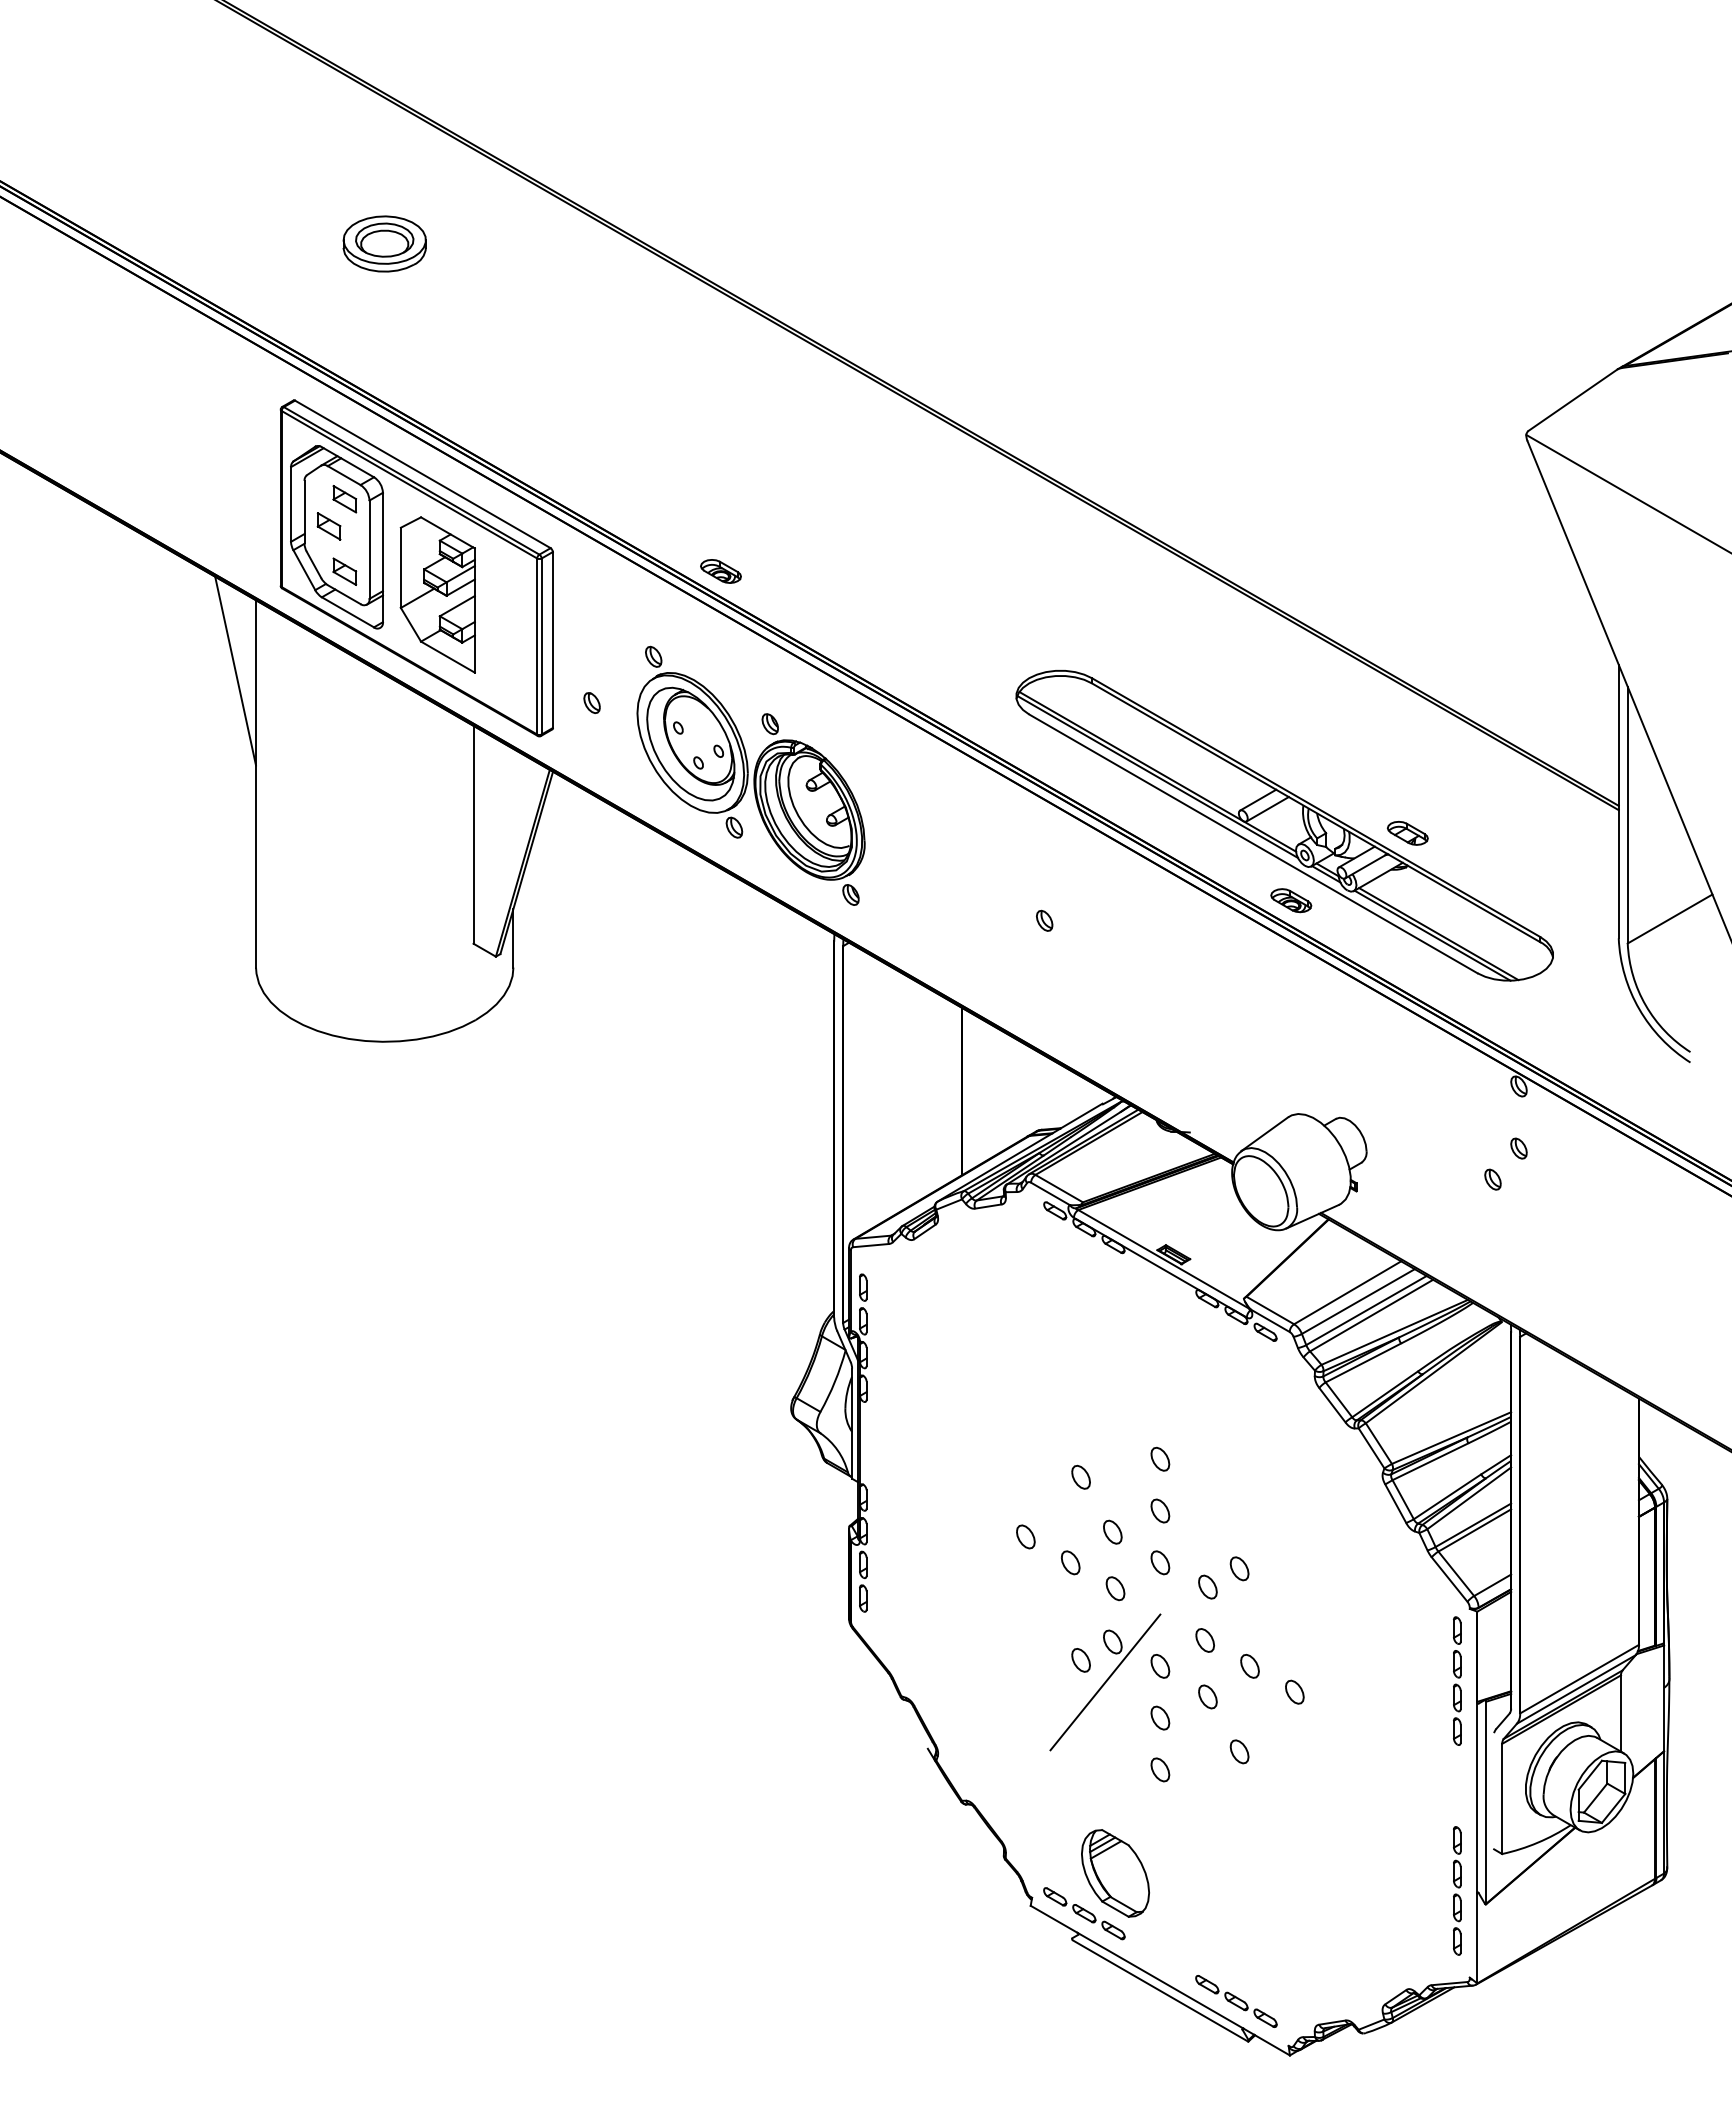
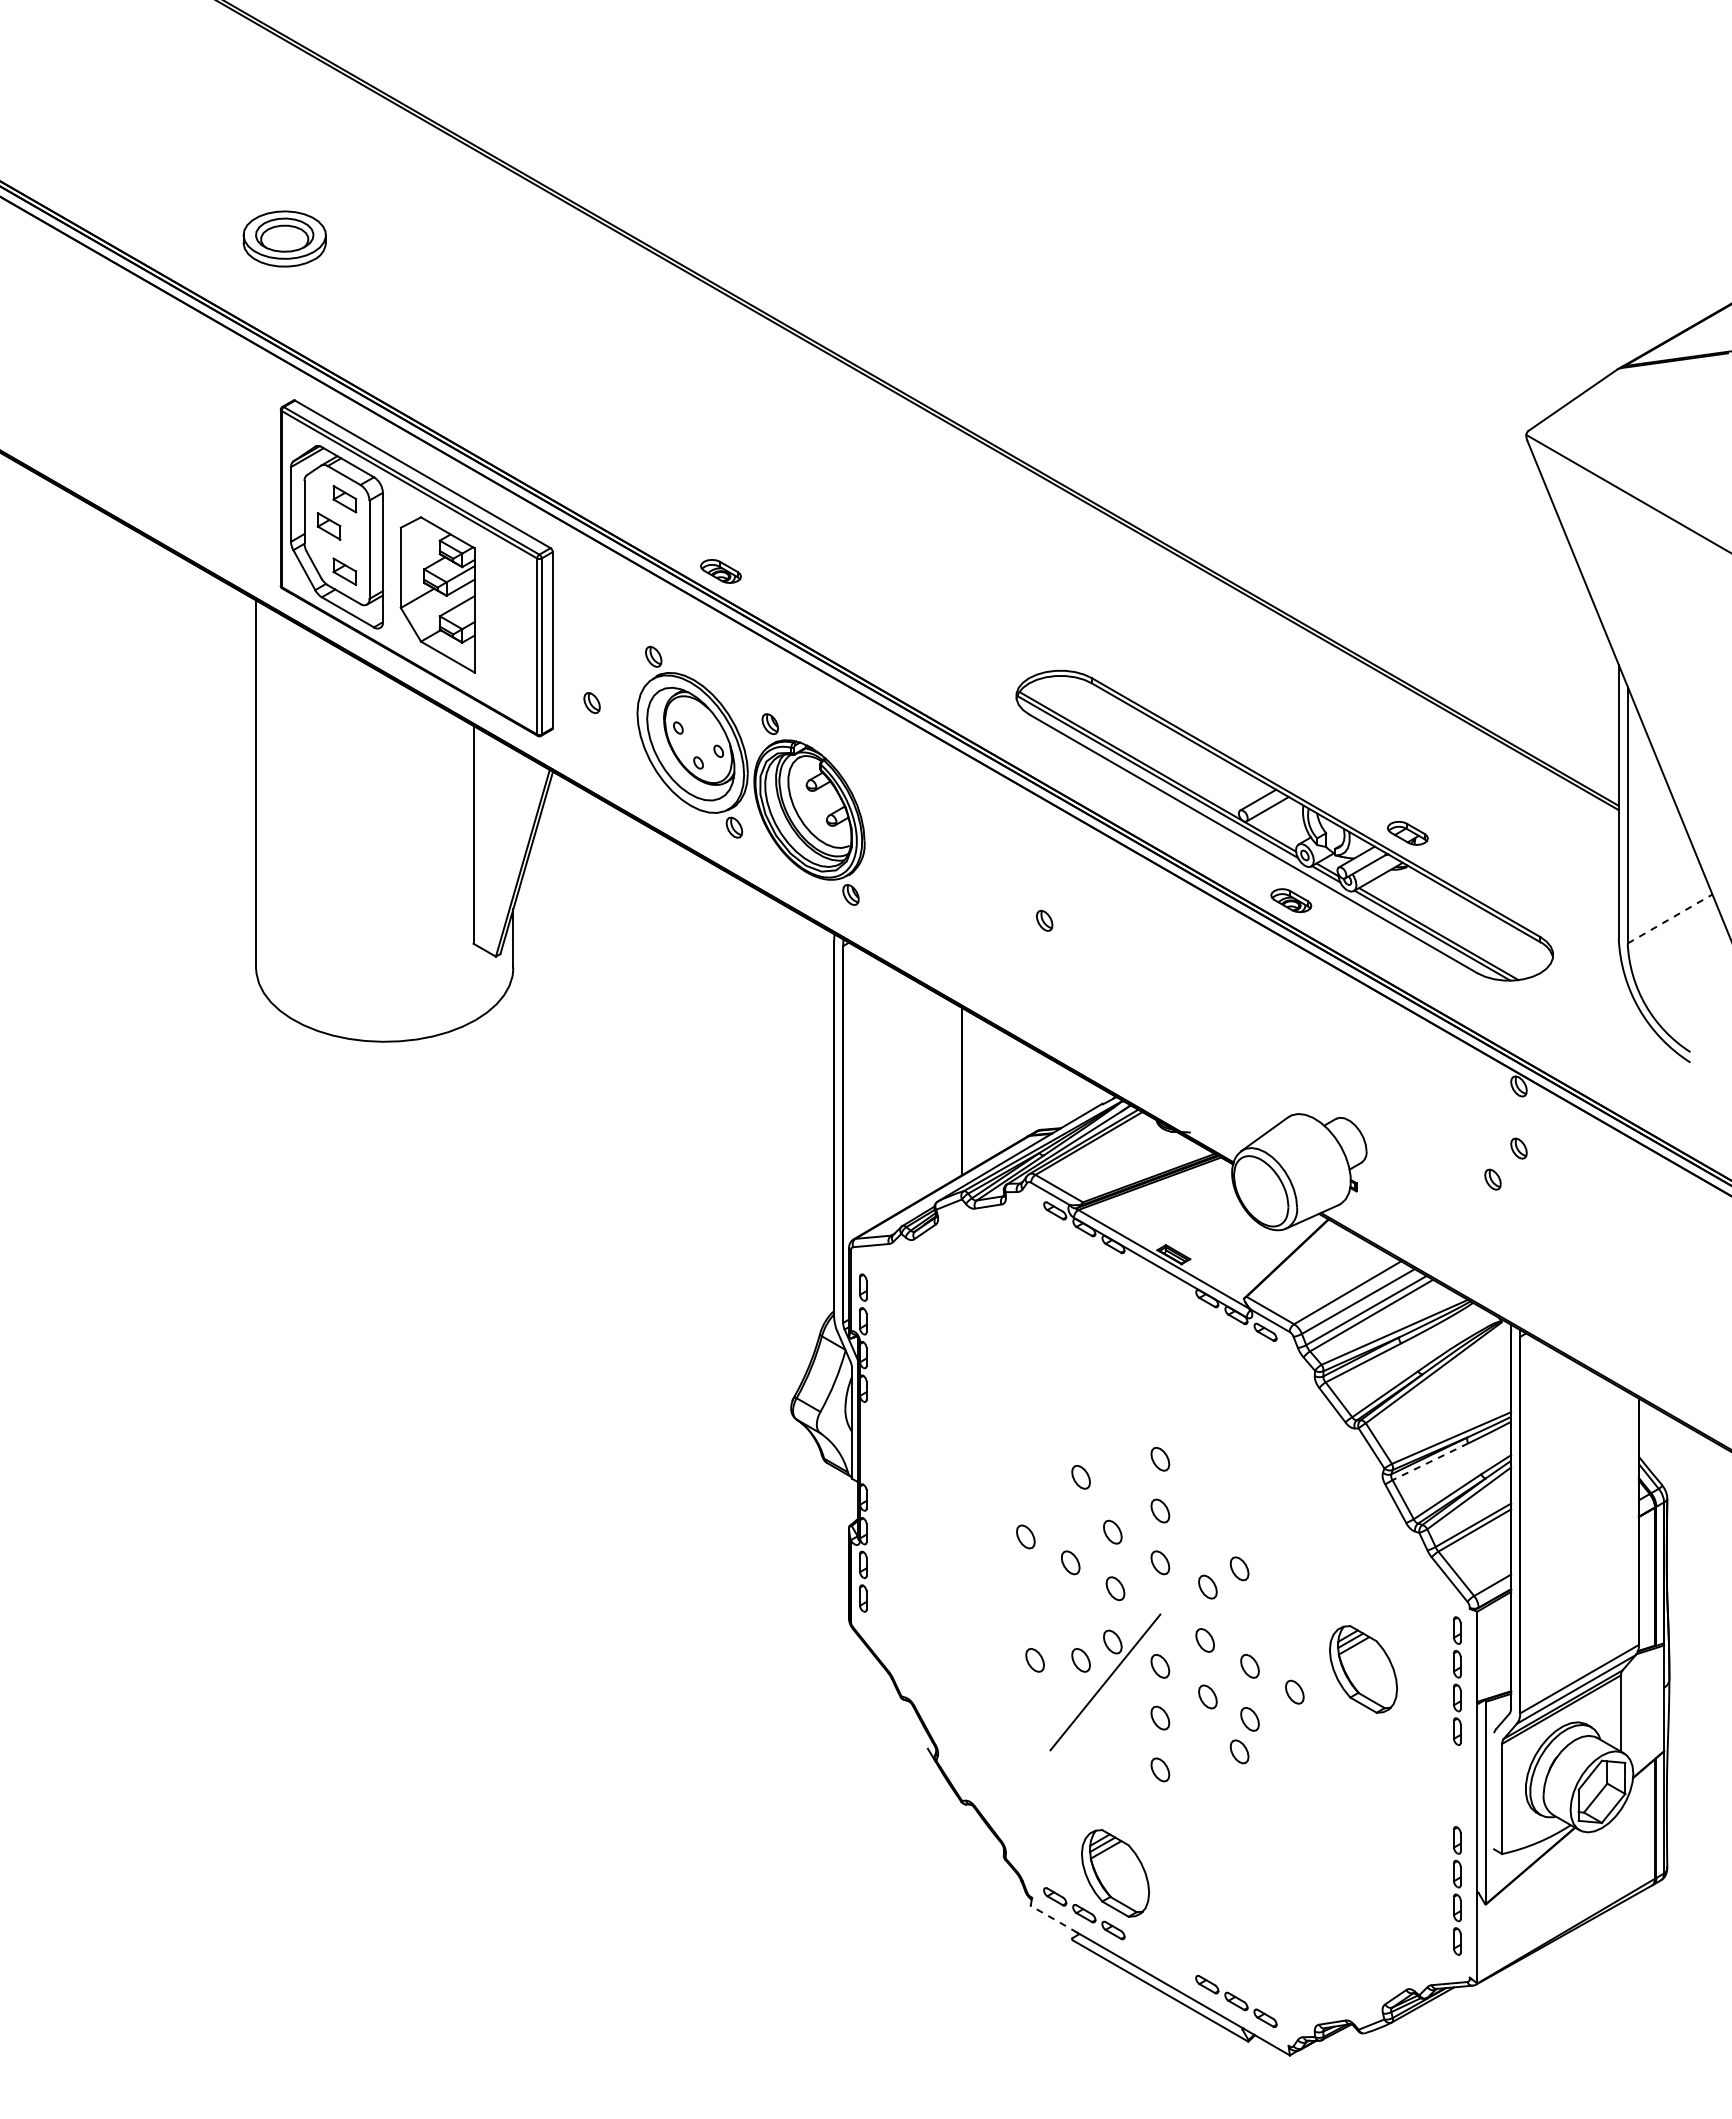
part at (384, 243) position: (384, 243) -> (284, 238)
line at (235, 670): present -> none
line at (1670, 919): solid -> dashed
line at (1429, 1462): solid -> dashed
part at (1034, 1660): none -> present
part at (1363, 1669): none -> present
part at (1249, 1718): none -> present
line at (1054, 1919): solid -> dashed
